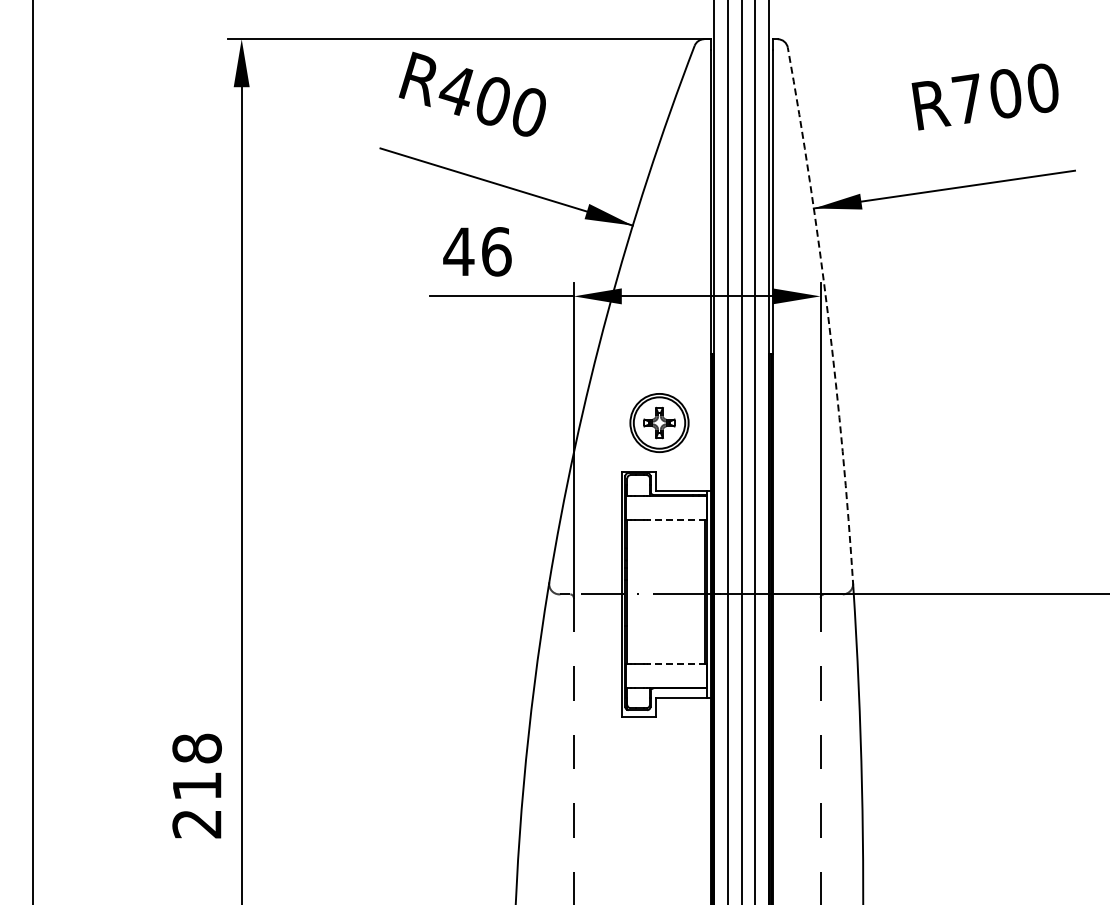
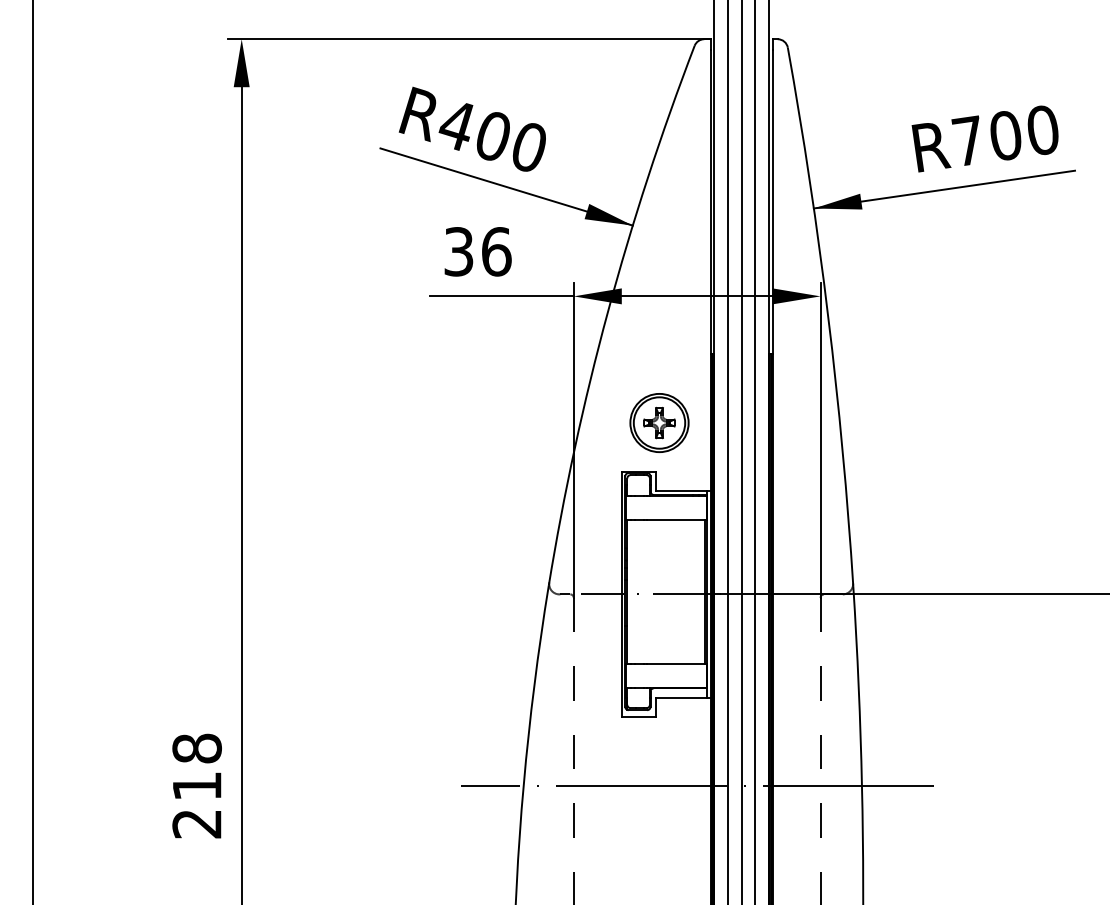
text at (471, 93) position: (471, 93) -> (471, 128)
text at (984, 96) position: (984, 96) -> (984, 138)
text at (458, 251): 46 -> 36
arc at (828, 316): dashed -> solid
line at (676, 519): dashed -> solid
line at (676, 663): dashed -> solid
line at (697, 786): none -> present
